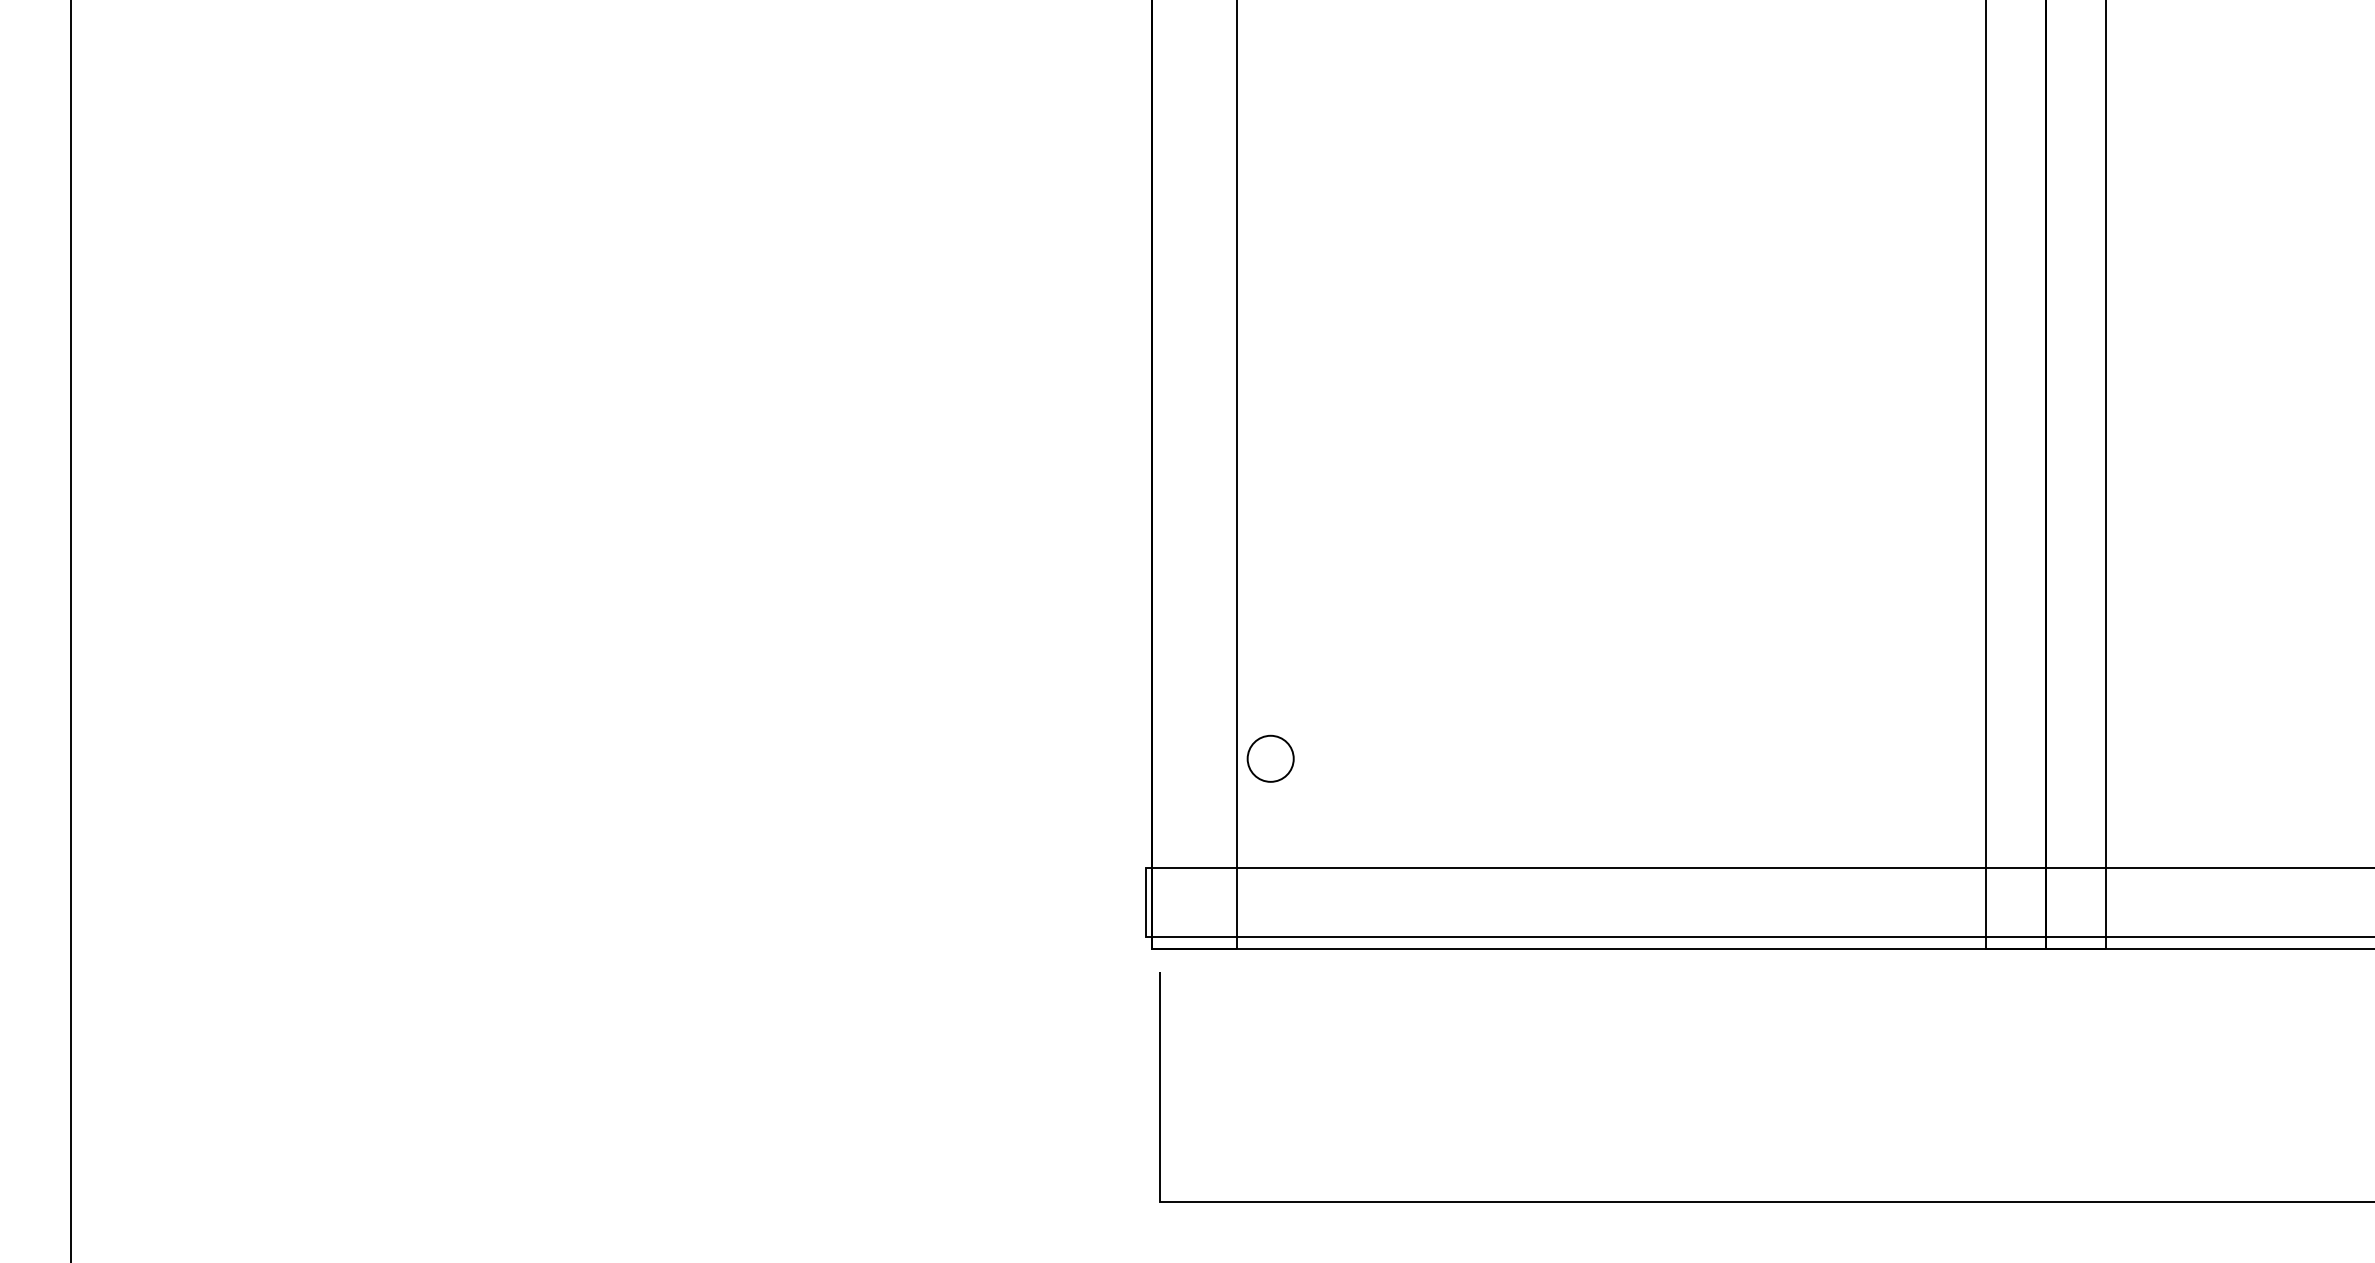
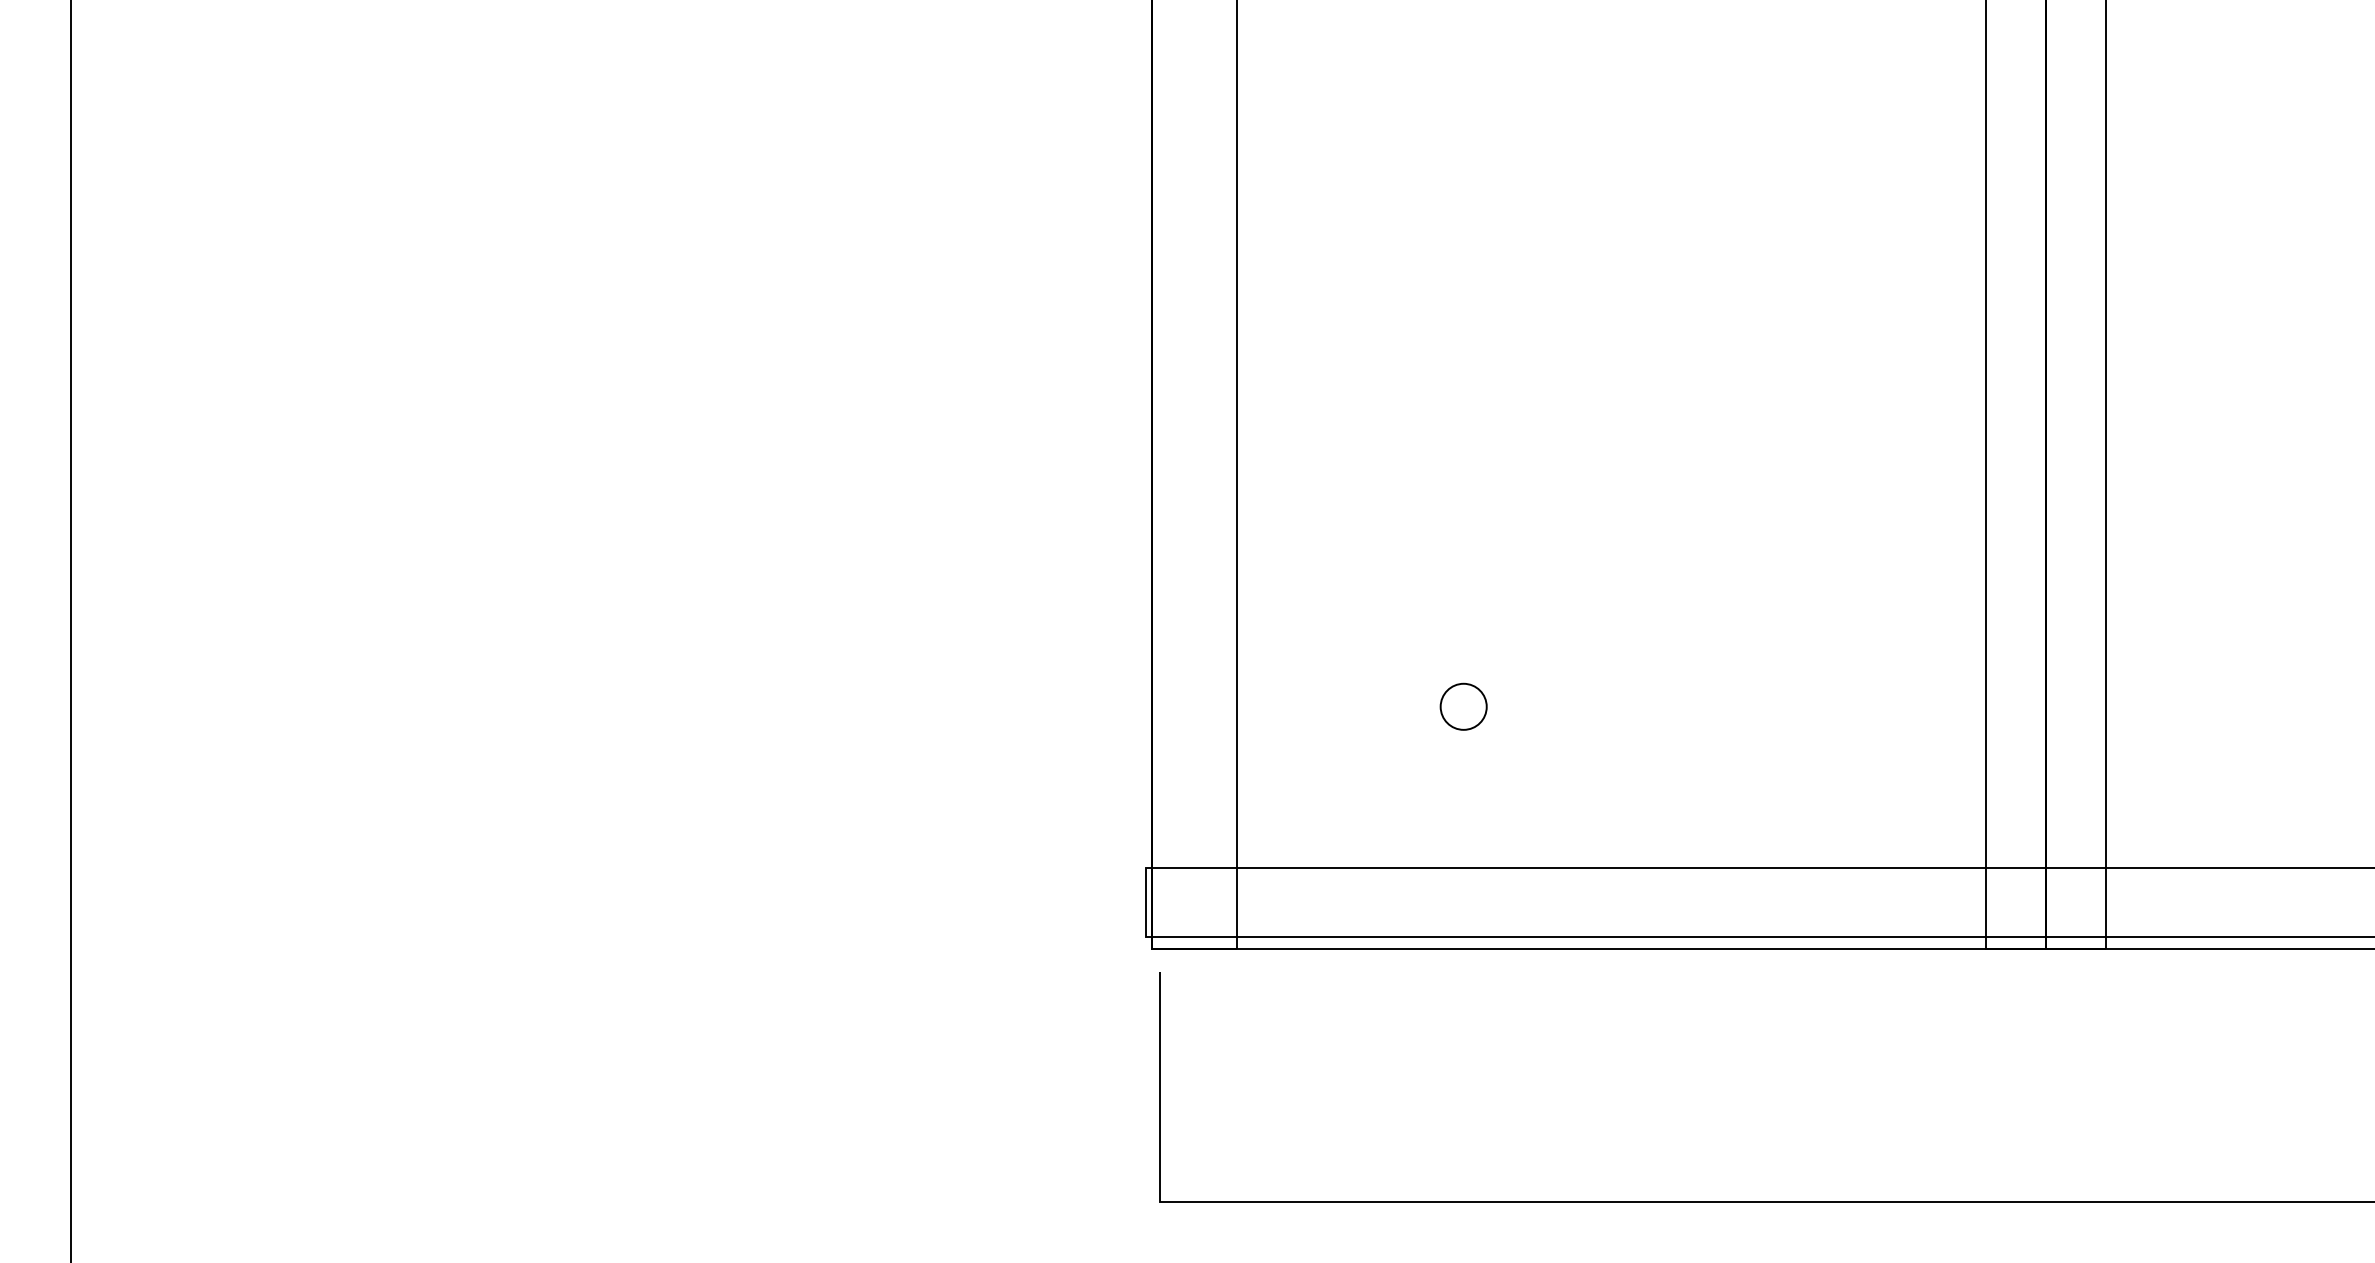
part at (1270, 758) position: (1270, 758) -> (1463, 706)
